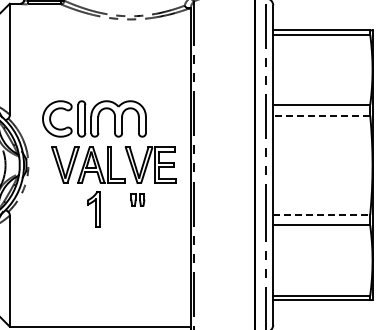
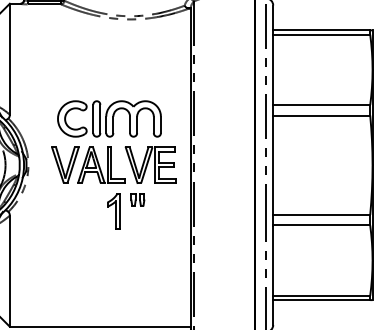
line at (321, 115): dashed -> solid
part at (94, 118) position: (94, 118) -> (109, 118)
part at (93, 209) position: (93, 209) -> (113, 211)
line at (321, 214): dashed -> solid
